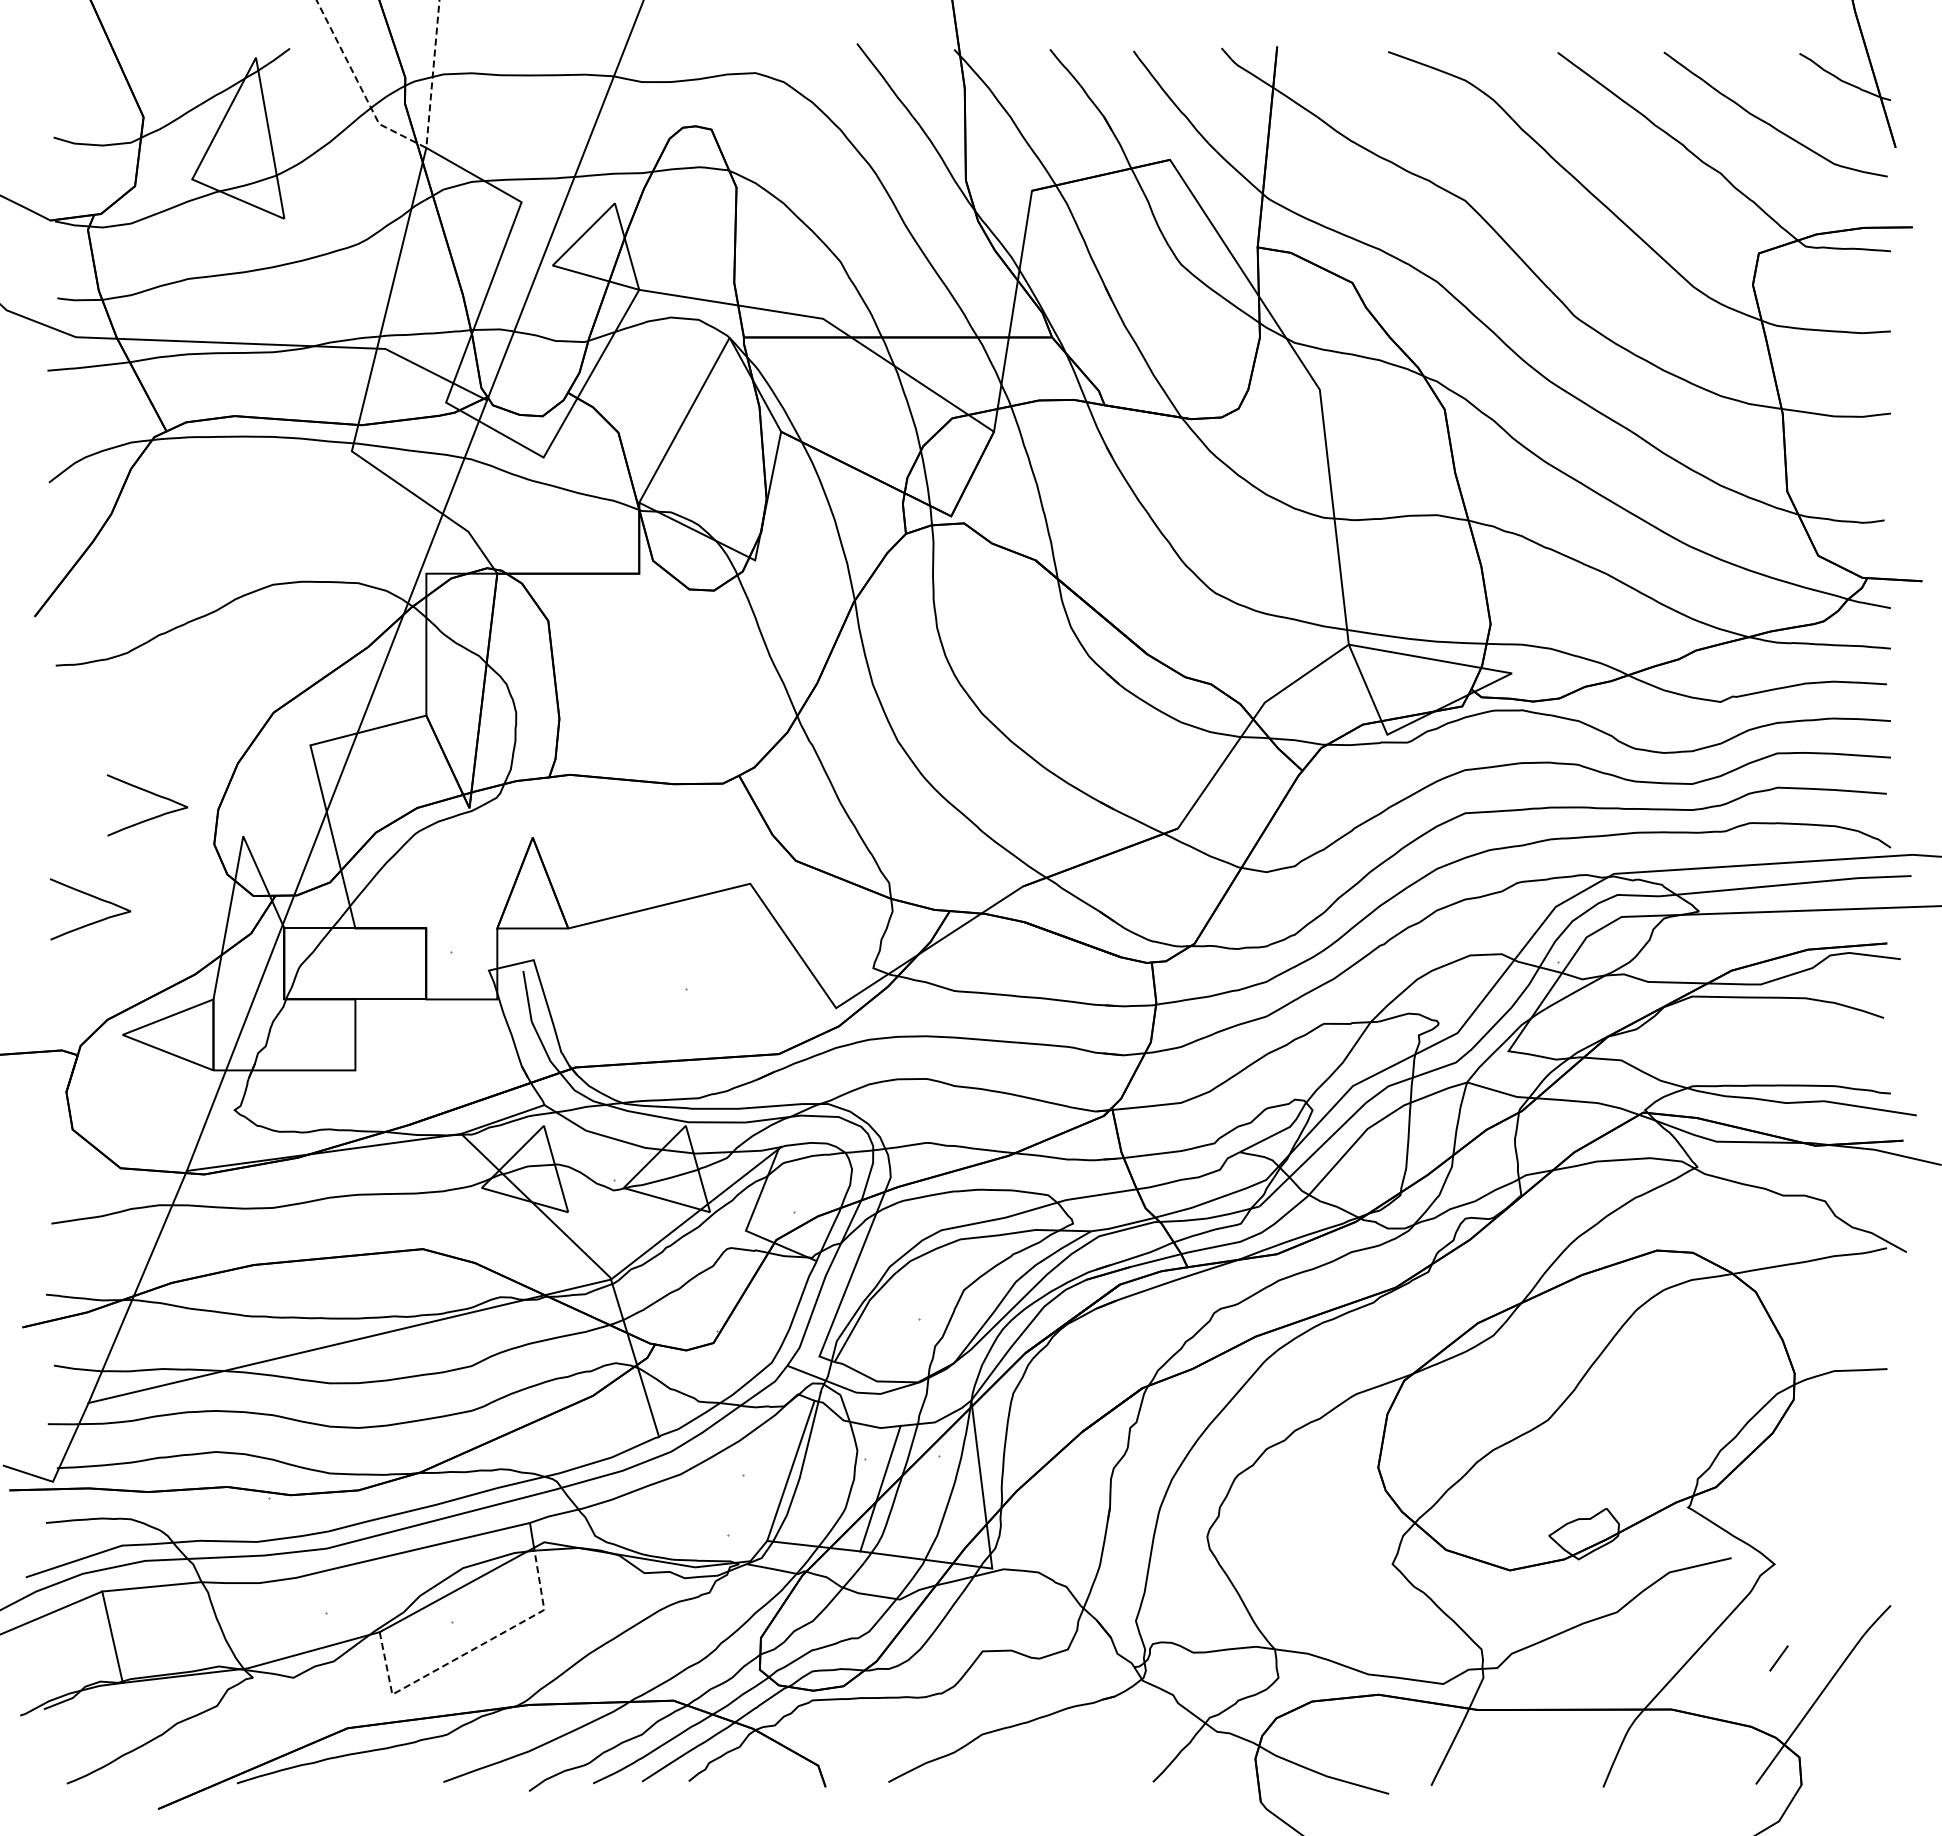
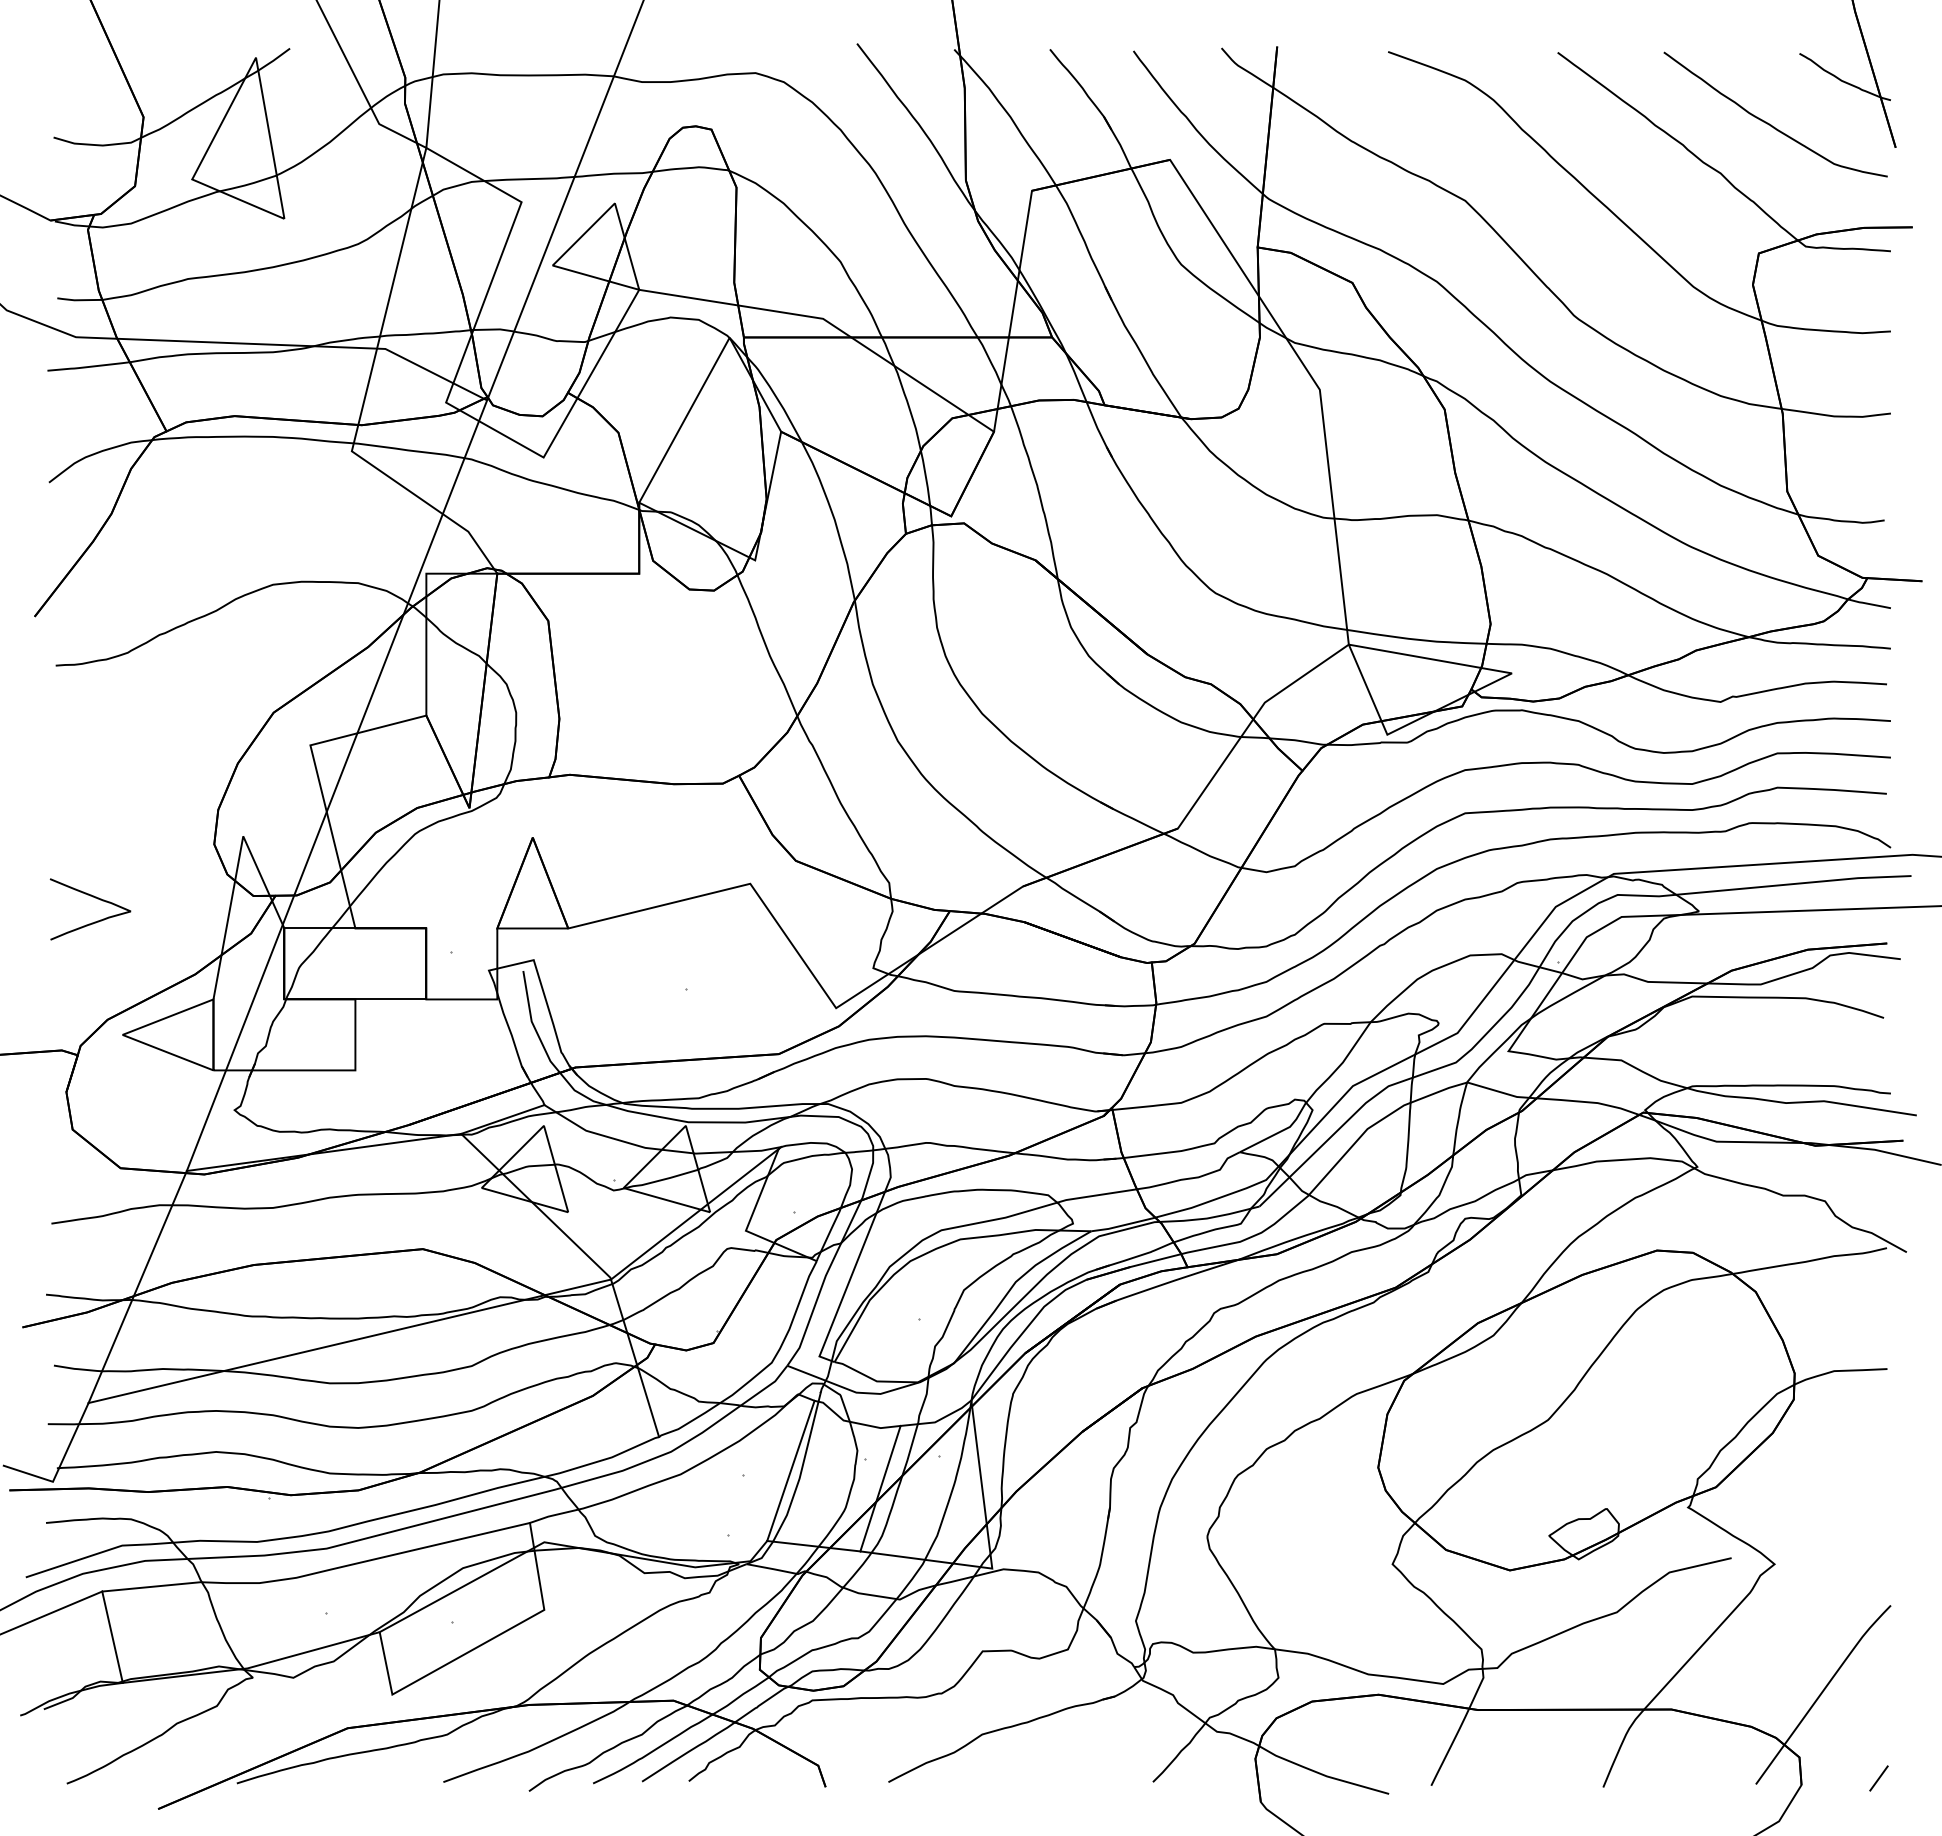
line at (406, 138): dashed -> solid
curve at (152, 794): present -> none
line at (468, 1652): dashed -> solid
line at (1778, 1658) position: (1778, 1658) -> (1878, 1778)
